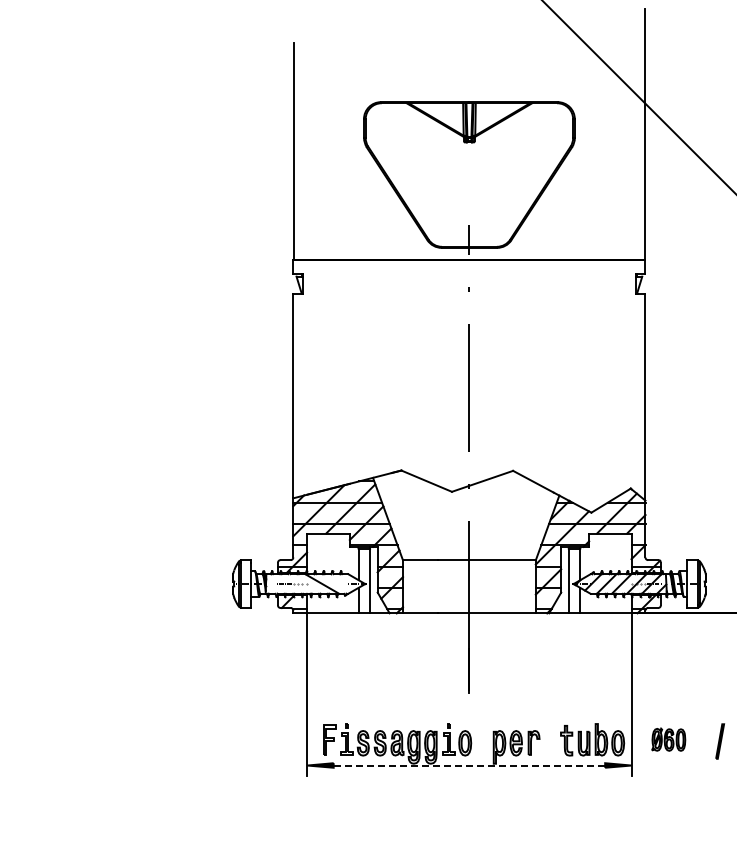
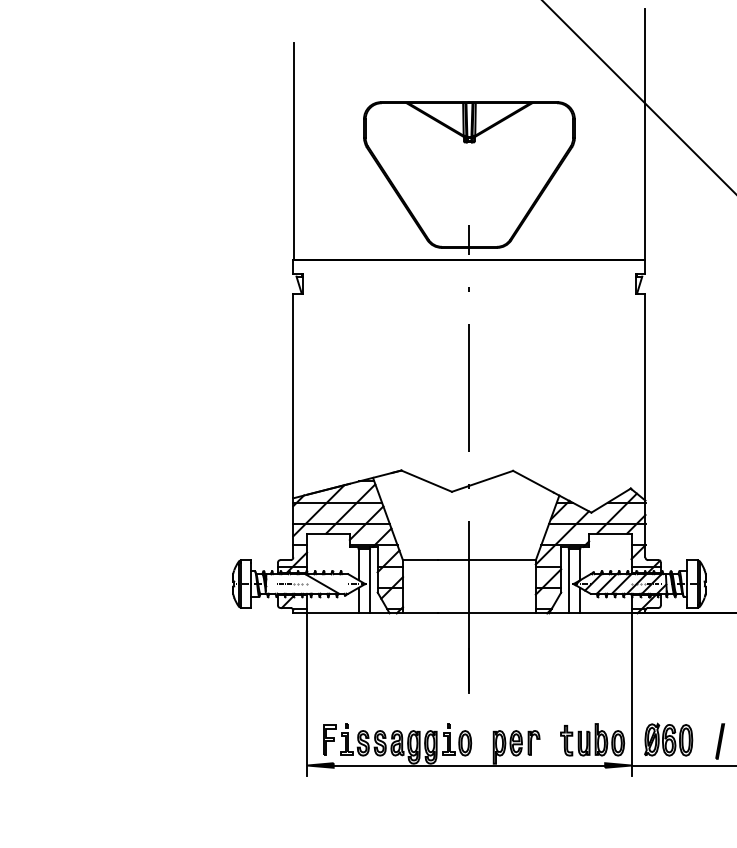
part at (668, 739) size: 36x25 px -> 50x35 px
line at (469, 765): dashed -> solid
line at (682, 765): none -> present
